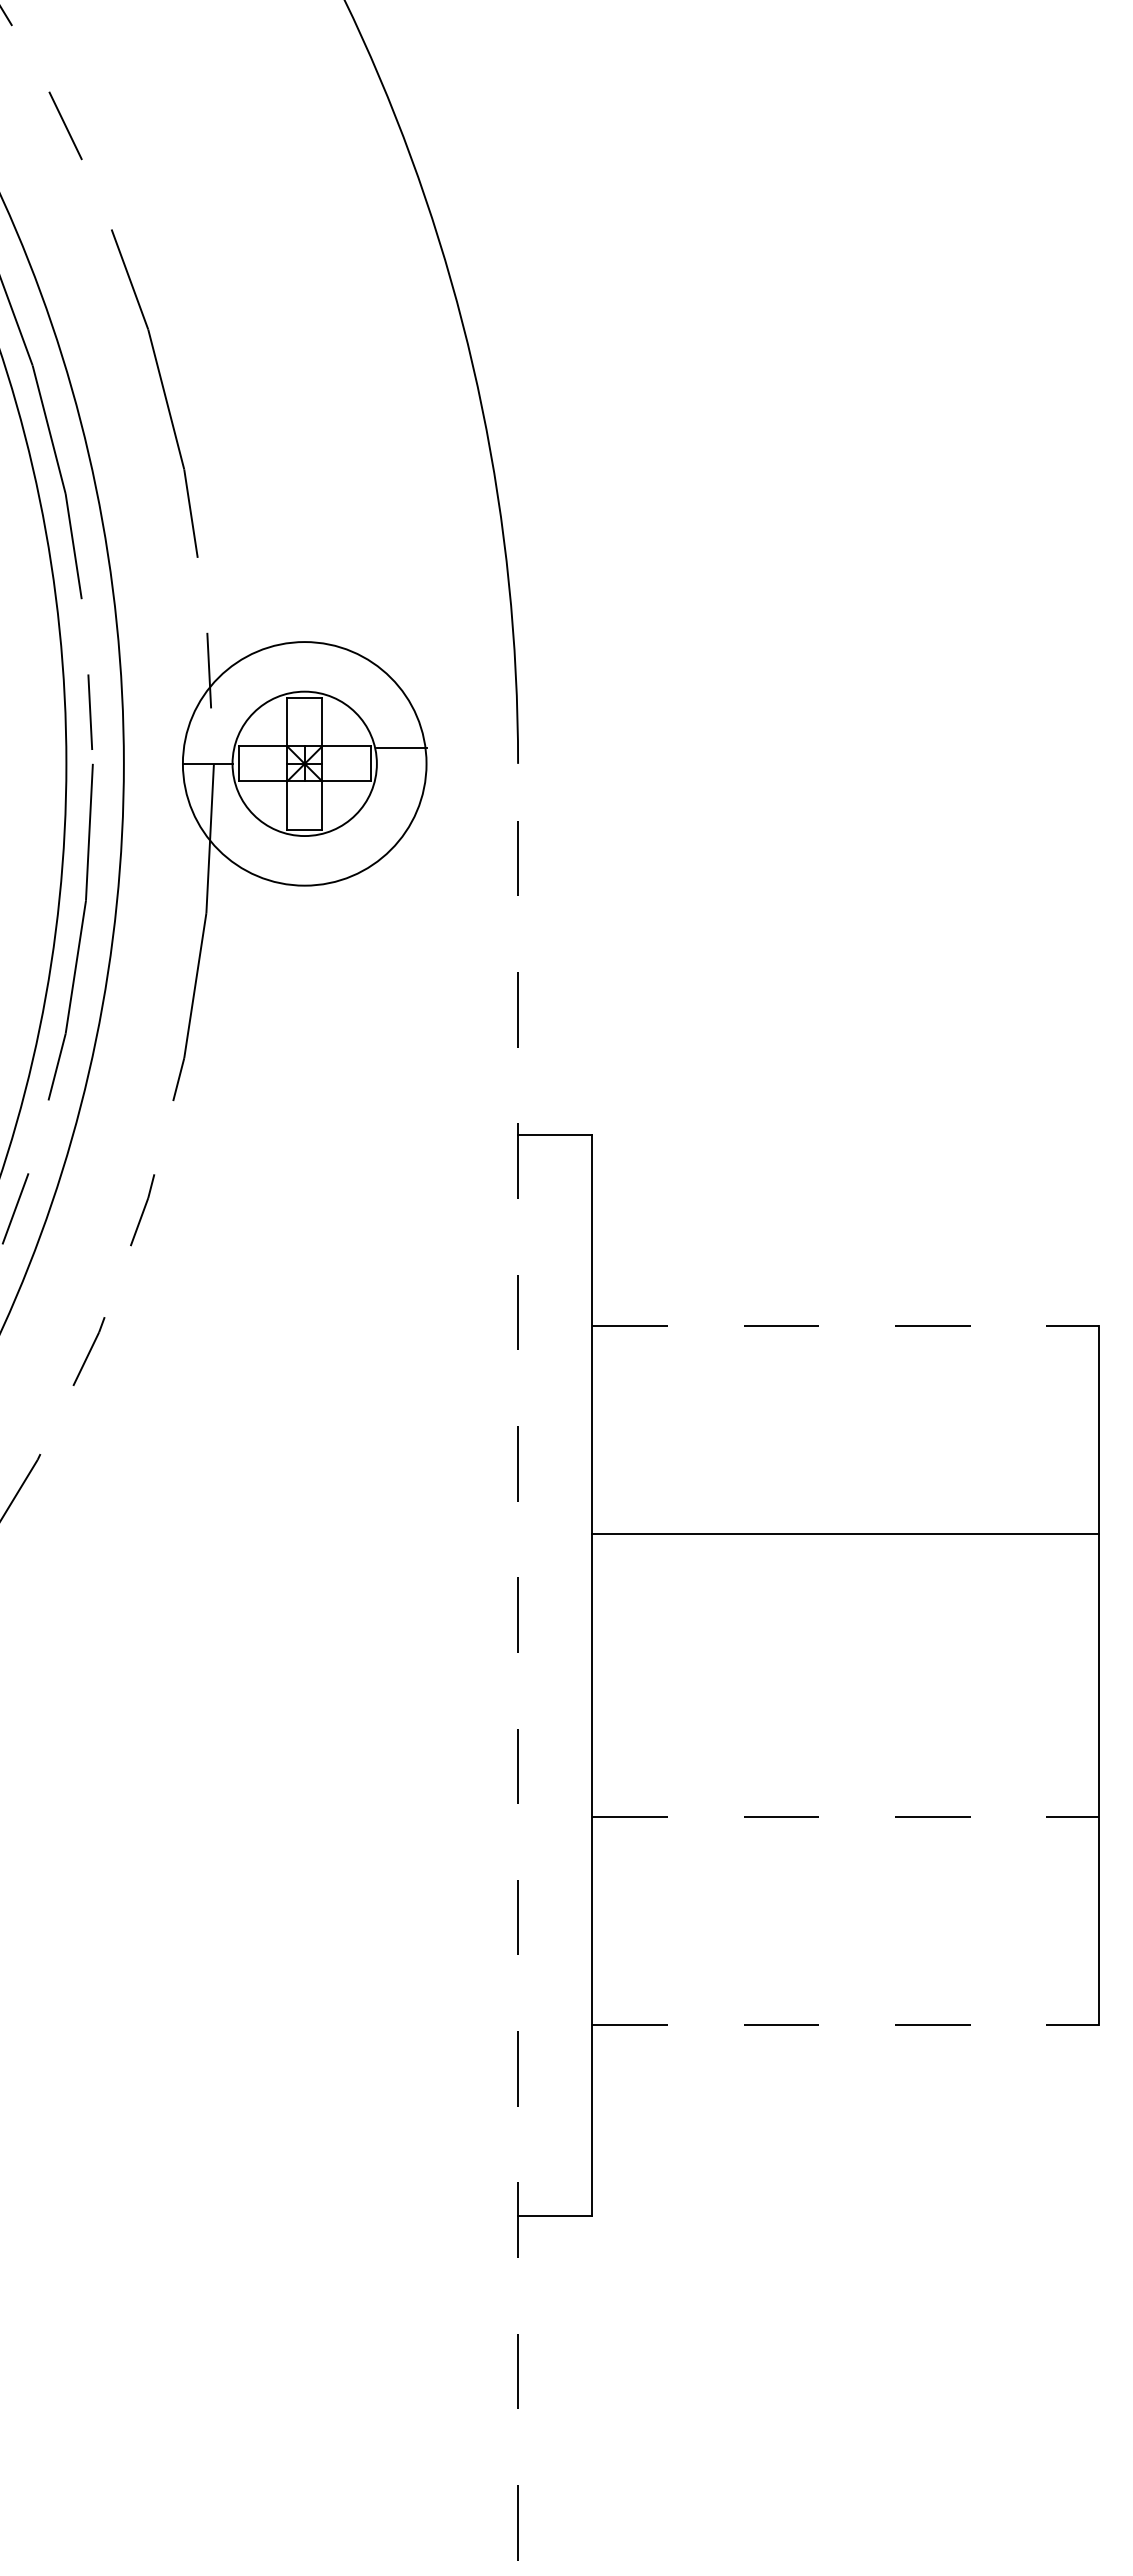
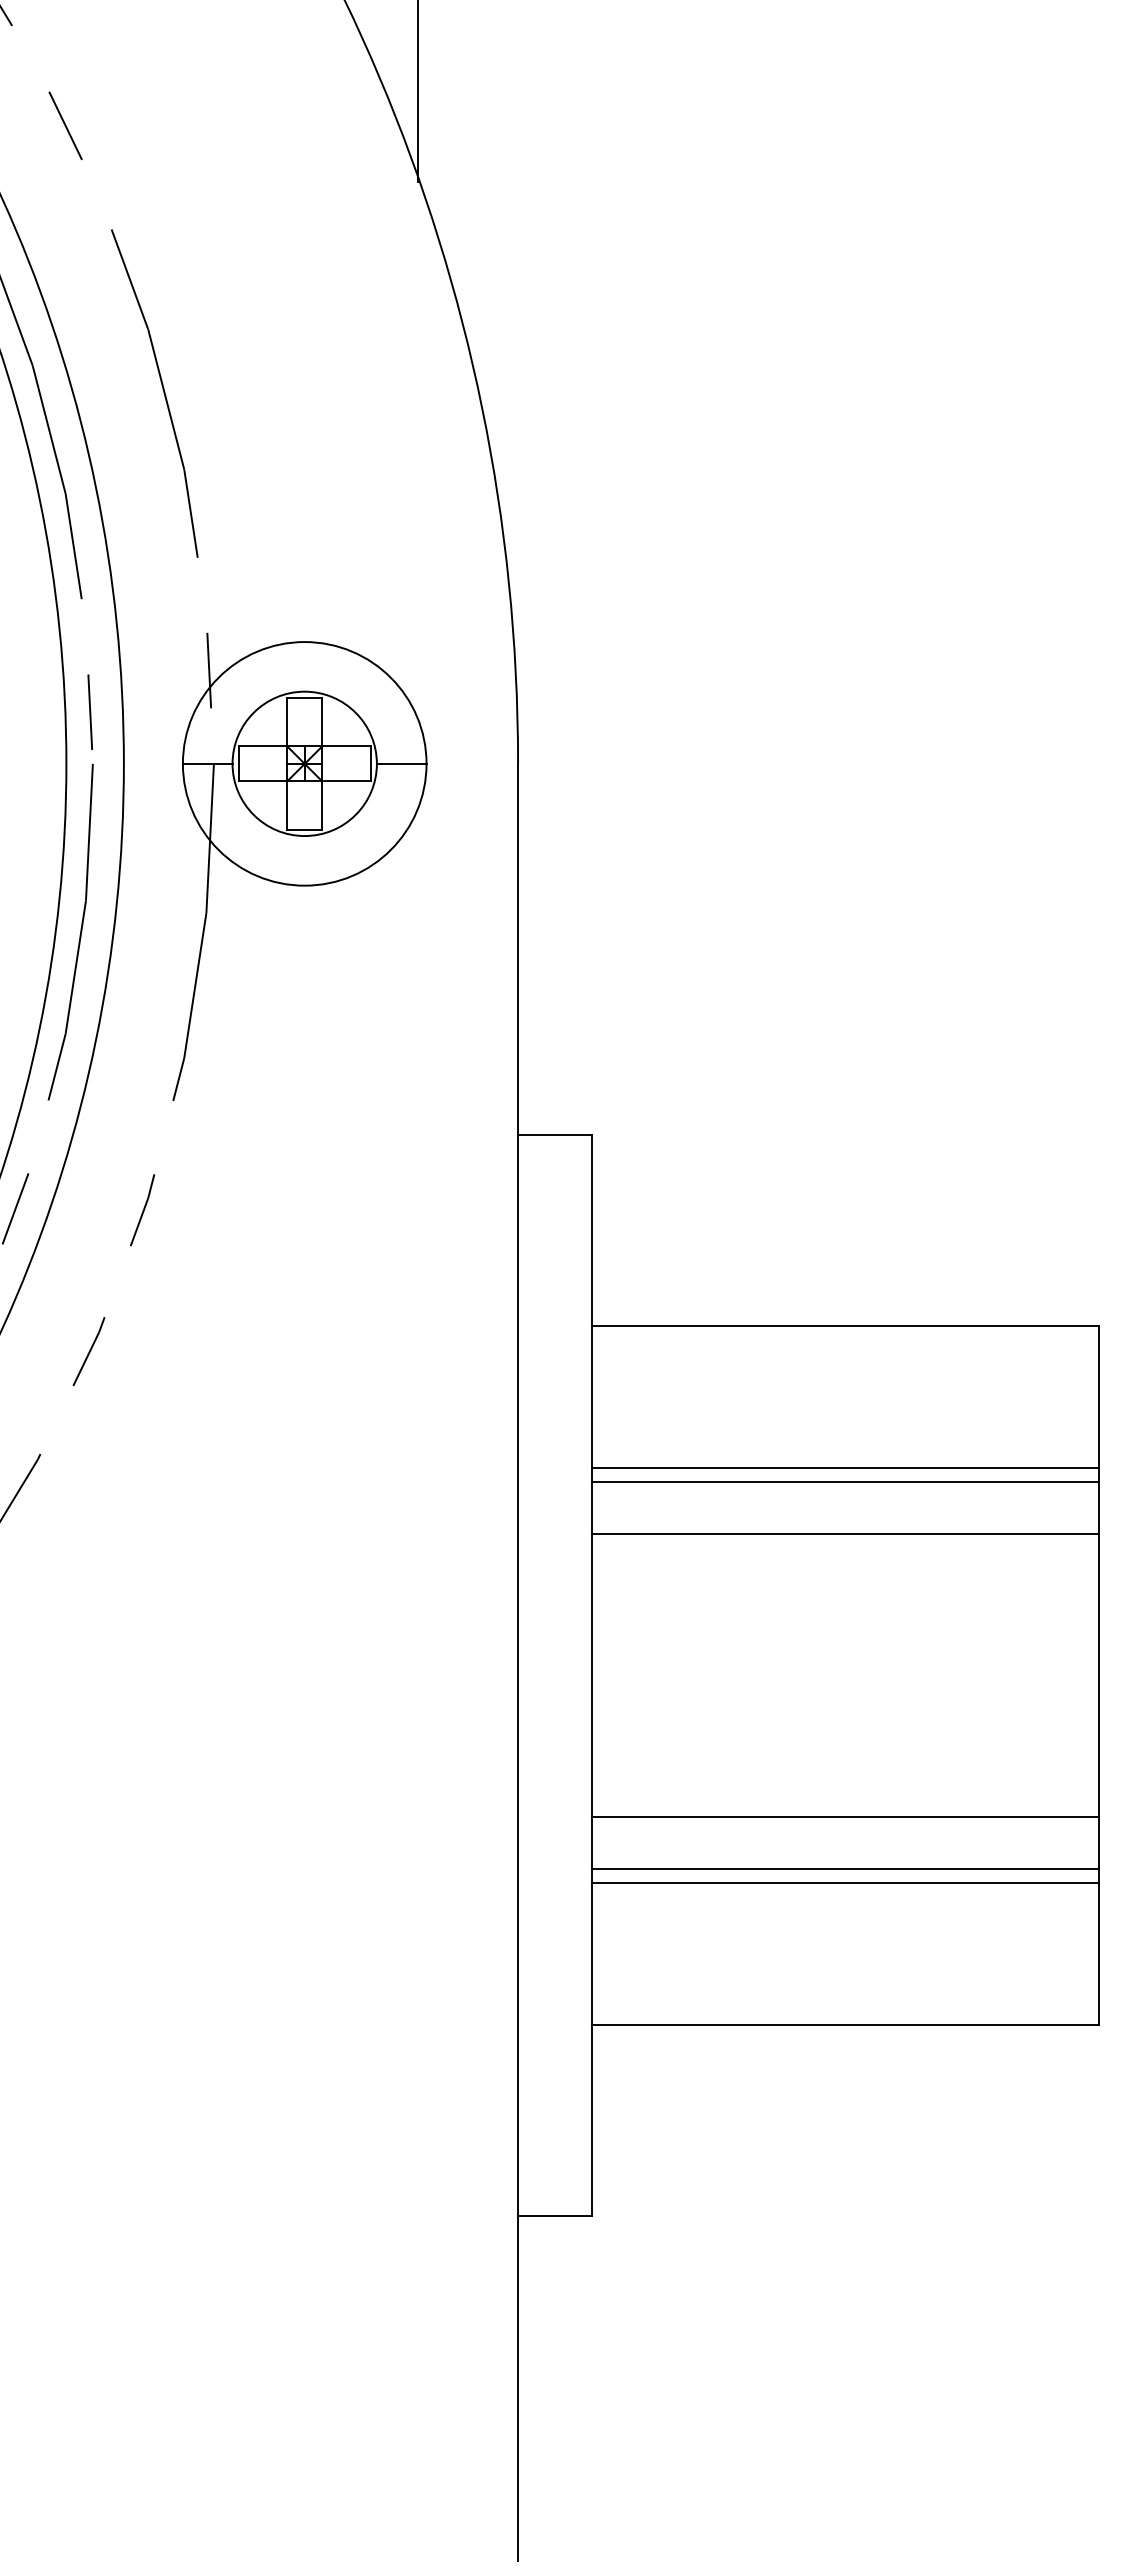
line at (418, 92): none -> present
line at (401, 747) position: (401, 747) -> (401, 763)
line at (846, 1326): dashed -> solid
line at (845, 1468): none -> present
line at (845, 1482): none -> present
line at (518, 1661): dashed -> solid
line at (846, 1817): dashed -> solid
line at (845, 1869): none -> present
line at (845, 1882): none -> present
line at (846, 2024): dashed -> solid
